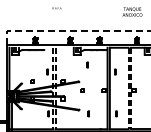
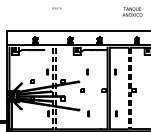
line at (71, 31): dashed -> solid
part at (87, 64) position: (87, 64) -> (87, 71)
